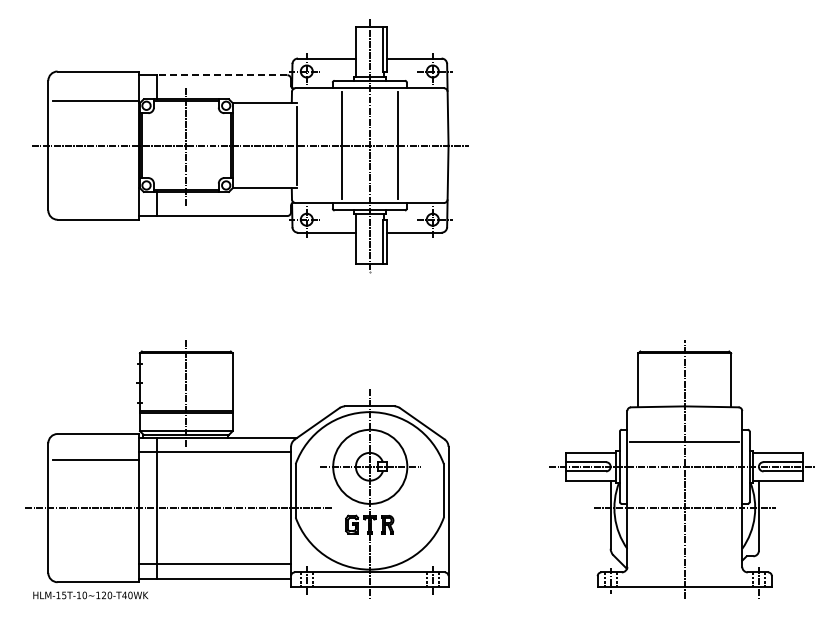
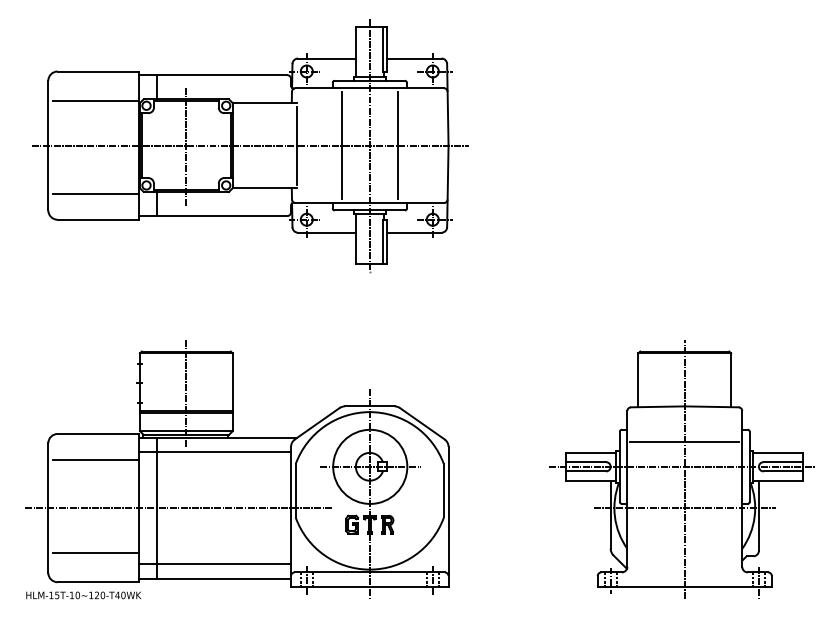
line at (221, 75): dashed -> solid
line at (95, 193): none -> present
line at (95, 552): none -> present
text at (90, 595) position: (90, 595) -> (83, 595)
